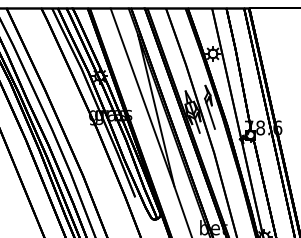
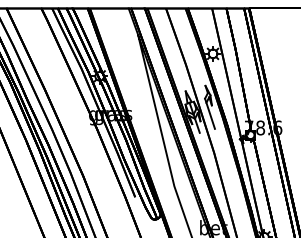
line at (142, 97): present -> none
